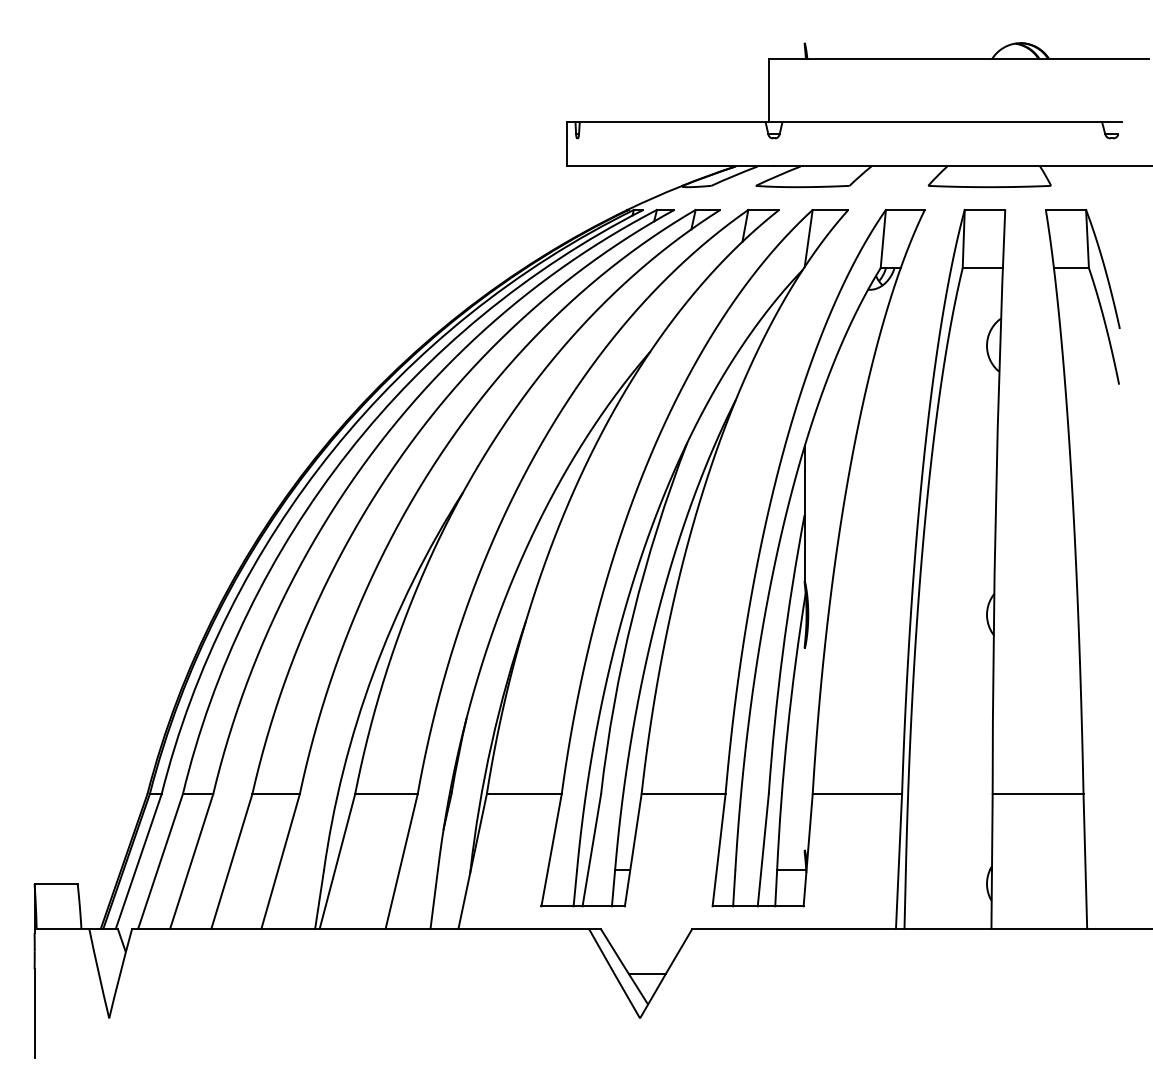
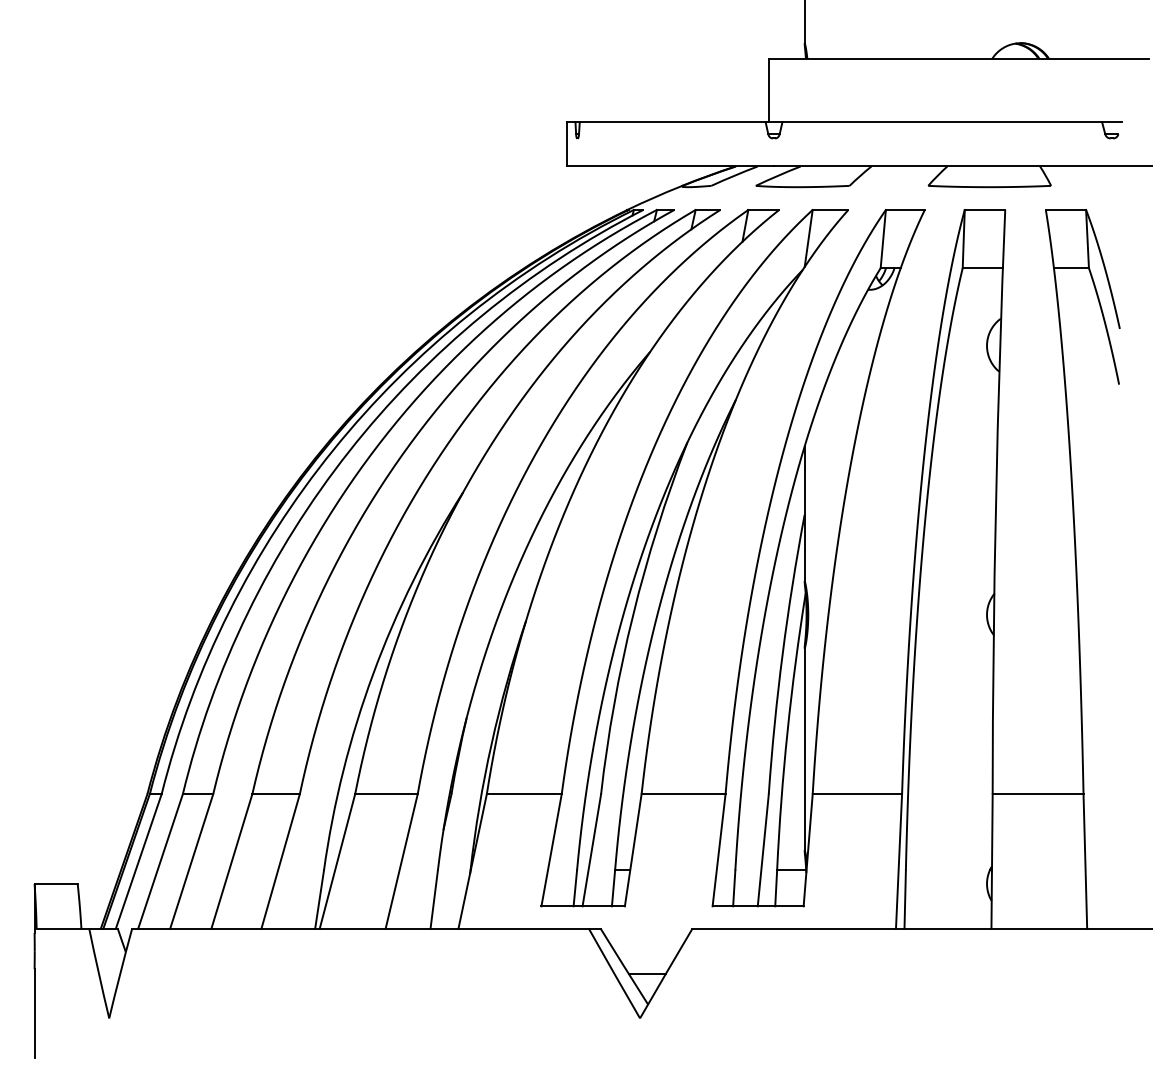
line at (804, 22): none -> present
line at (804, 749): none -> present
